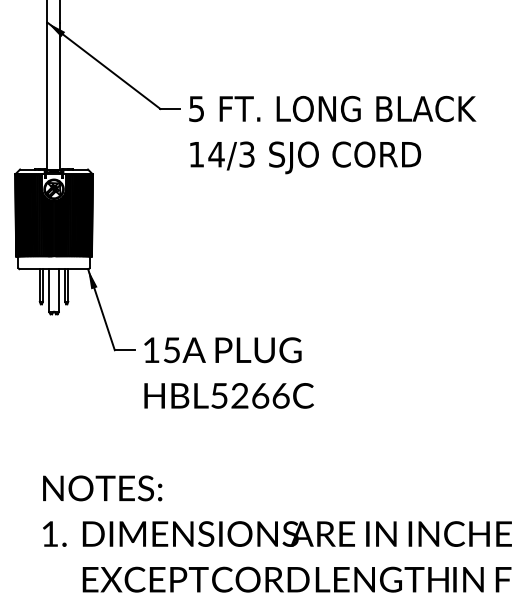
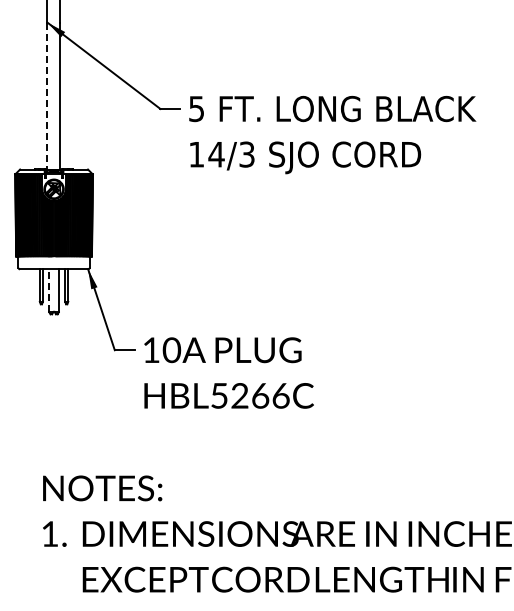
line at (47, 96): solid -> dashed
line at (49, 290): solid -> dashed
text at (171, 350): 15A -> 10A
